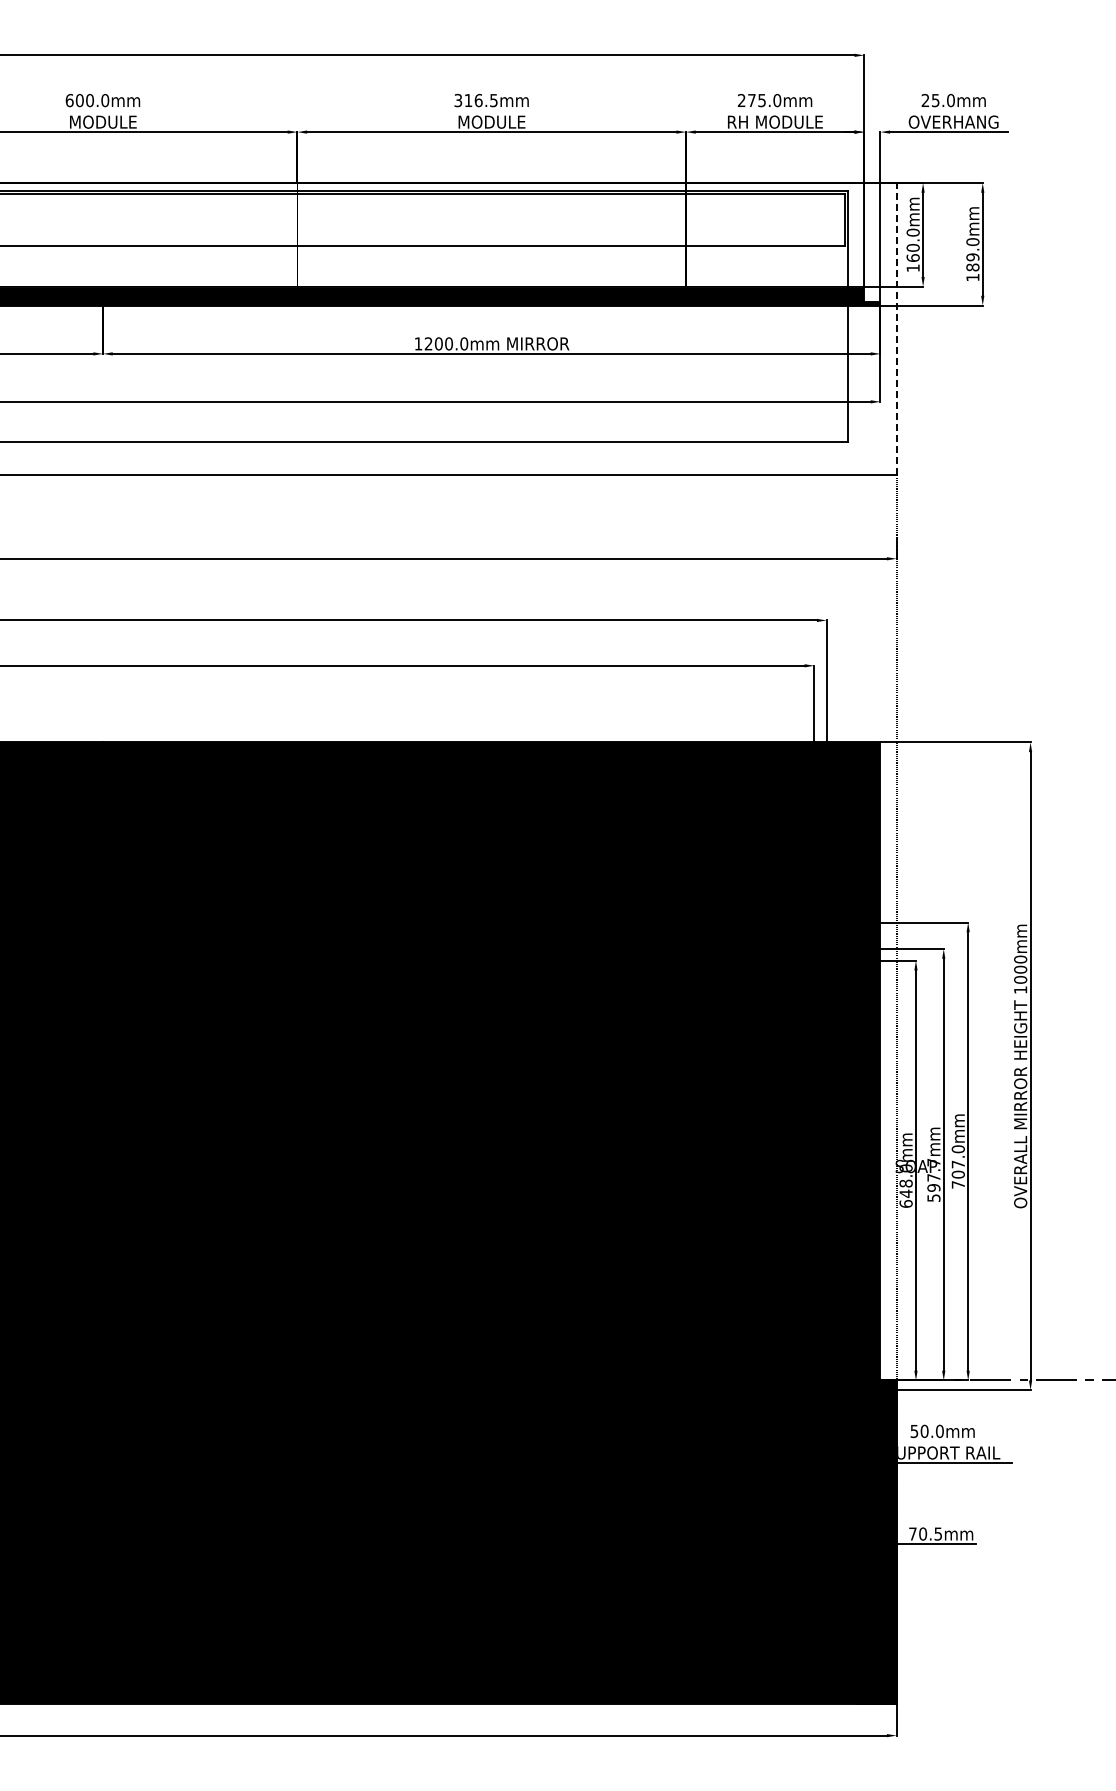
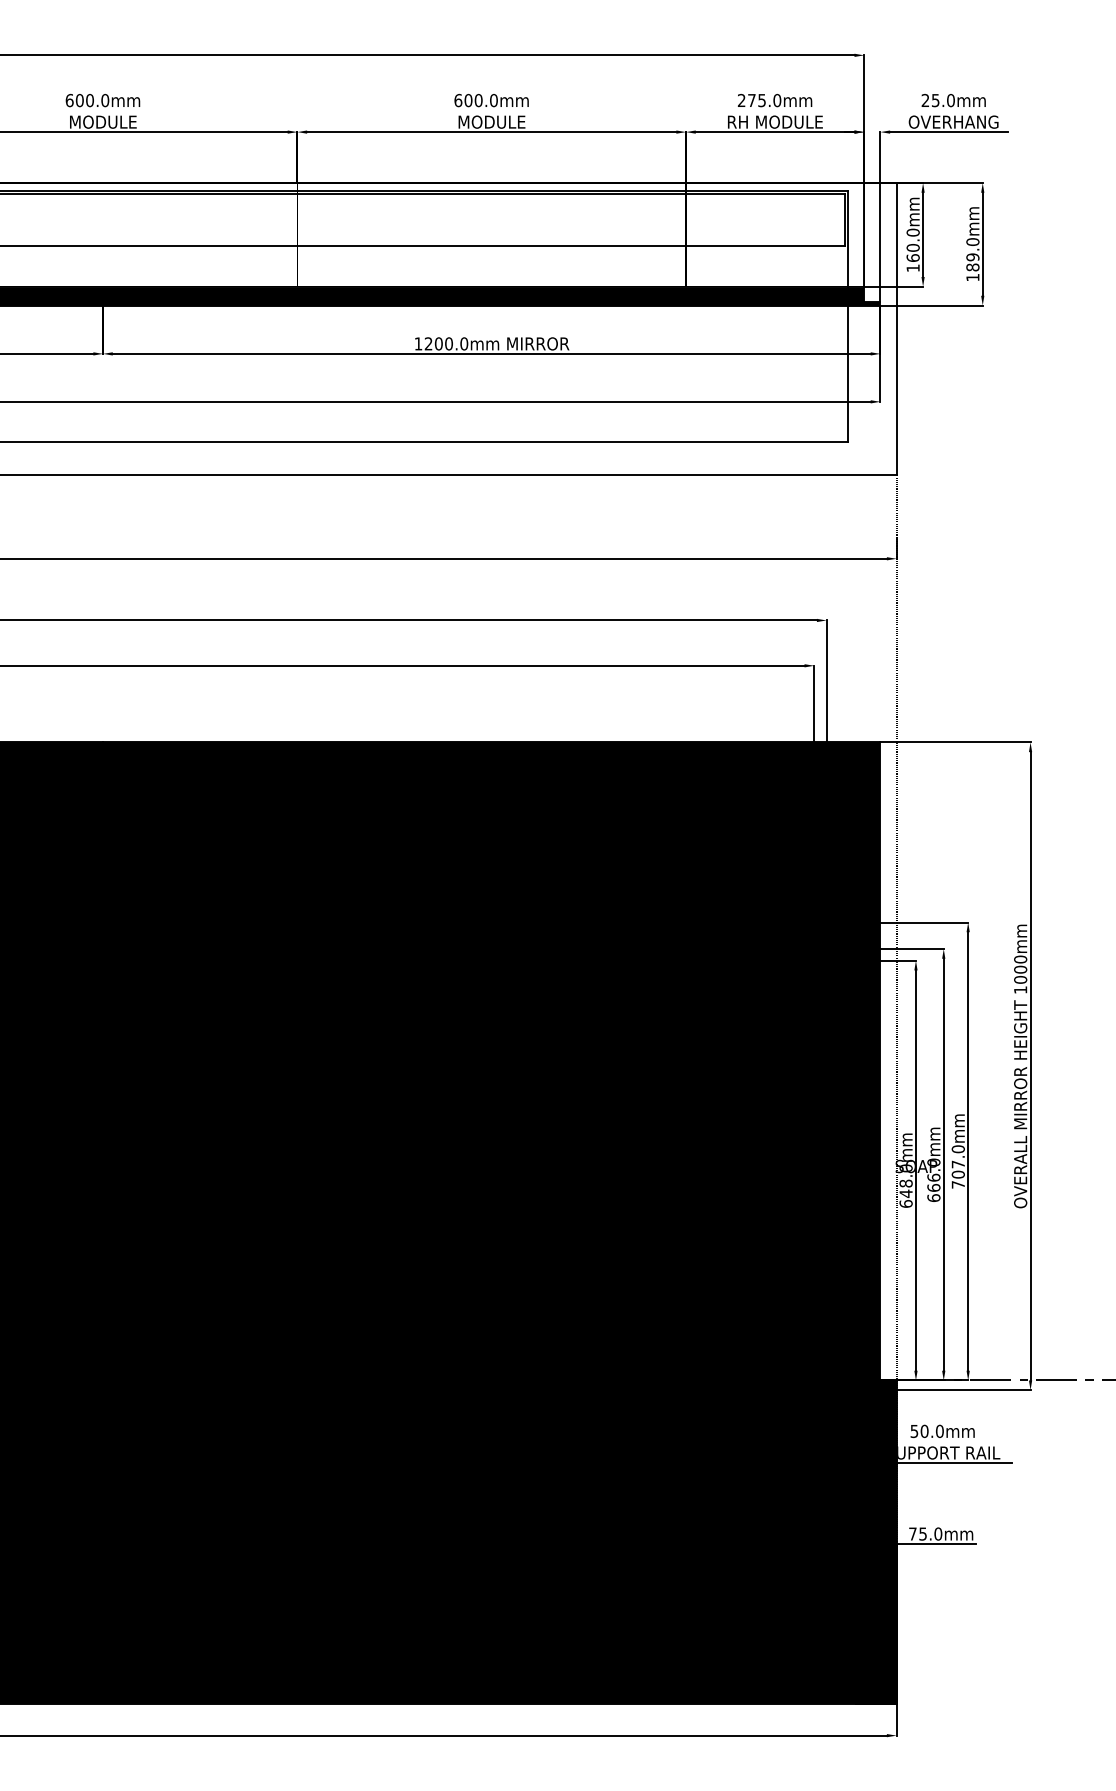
text at (475, 100): 316.5mm -> 600.0mm
line at (896, 328): dashed -> solid
text at (933, 1179): 597.7mm -> 666.0mm
text at (930, 1533): 70.5mm -> 75.0mm
